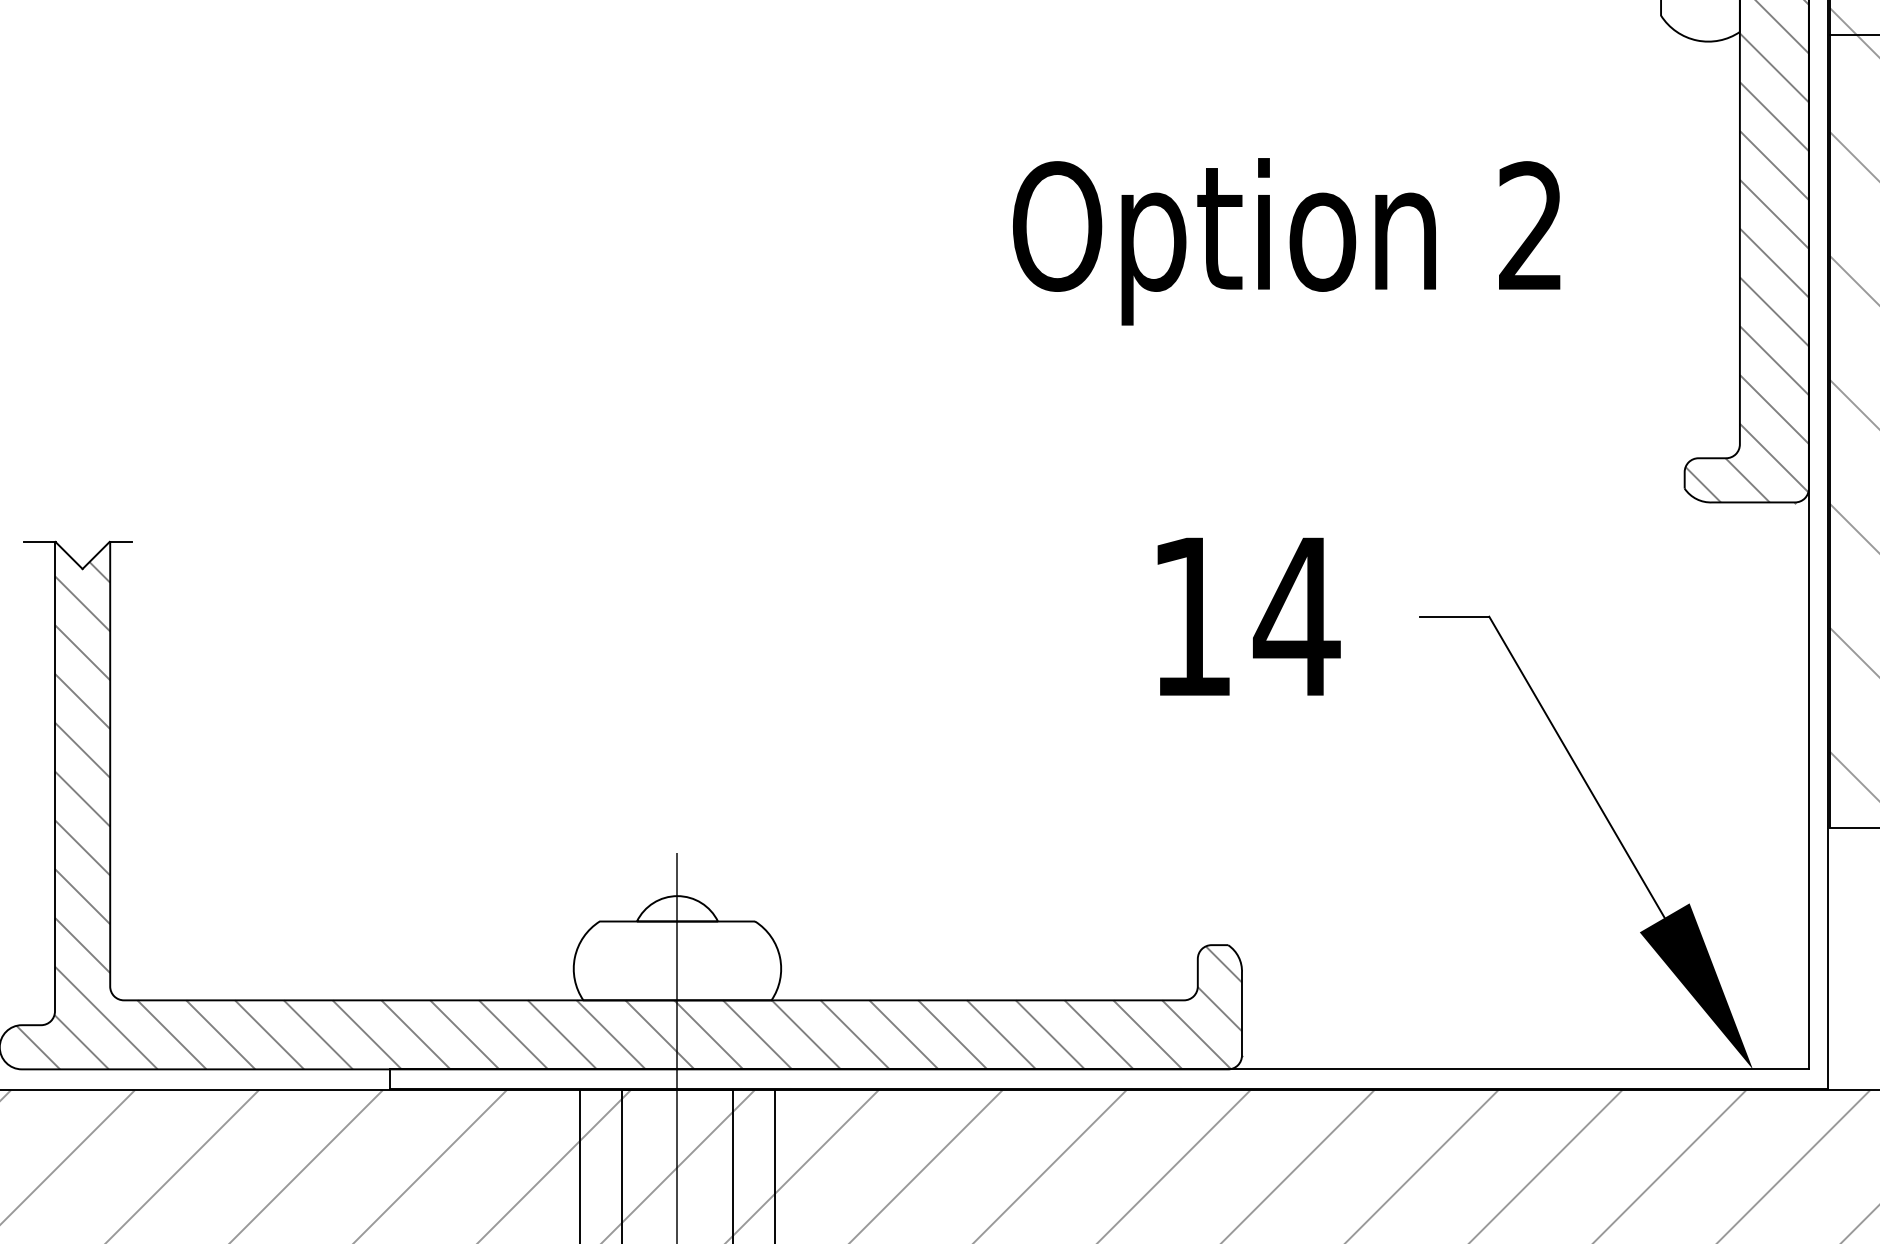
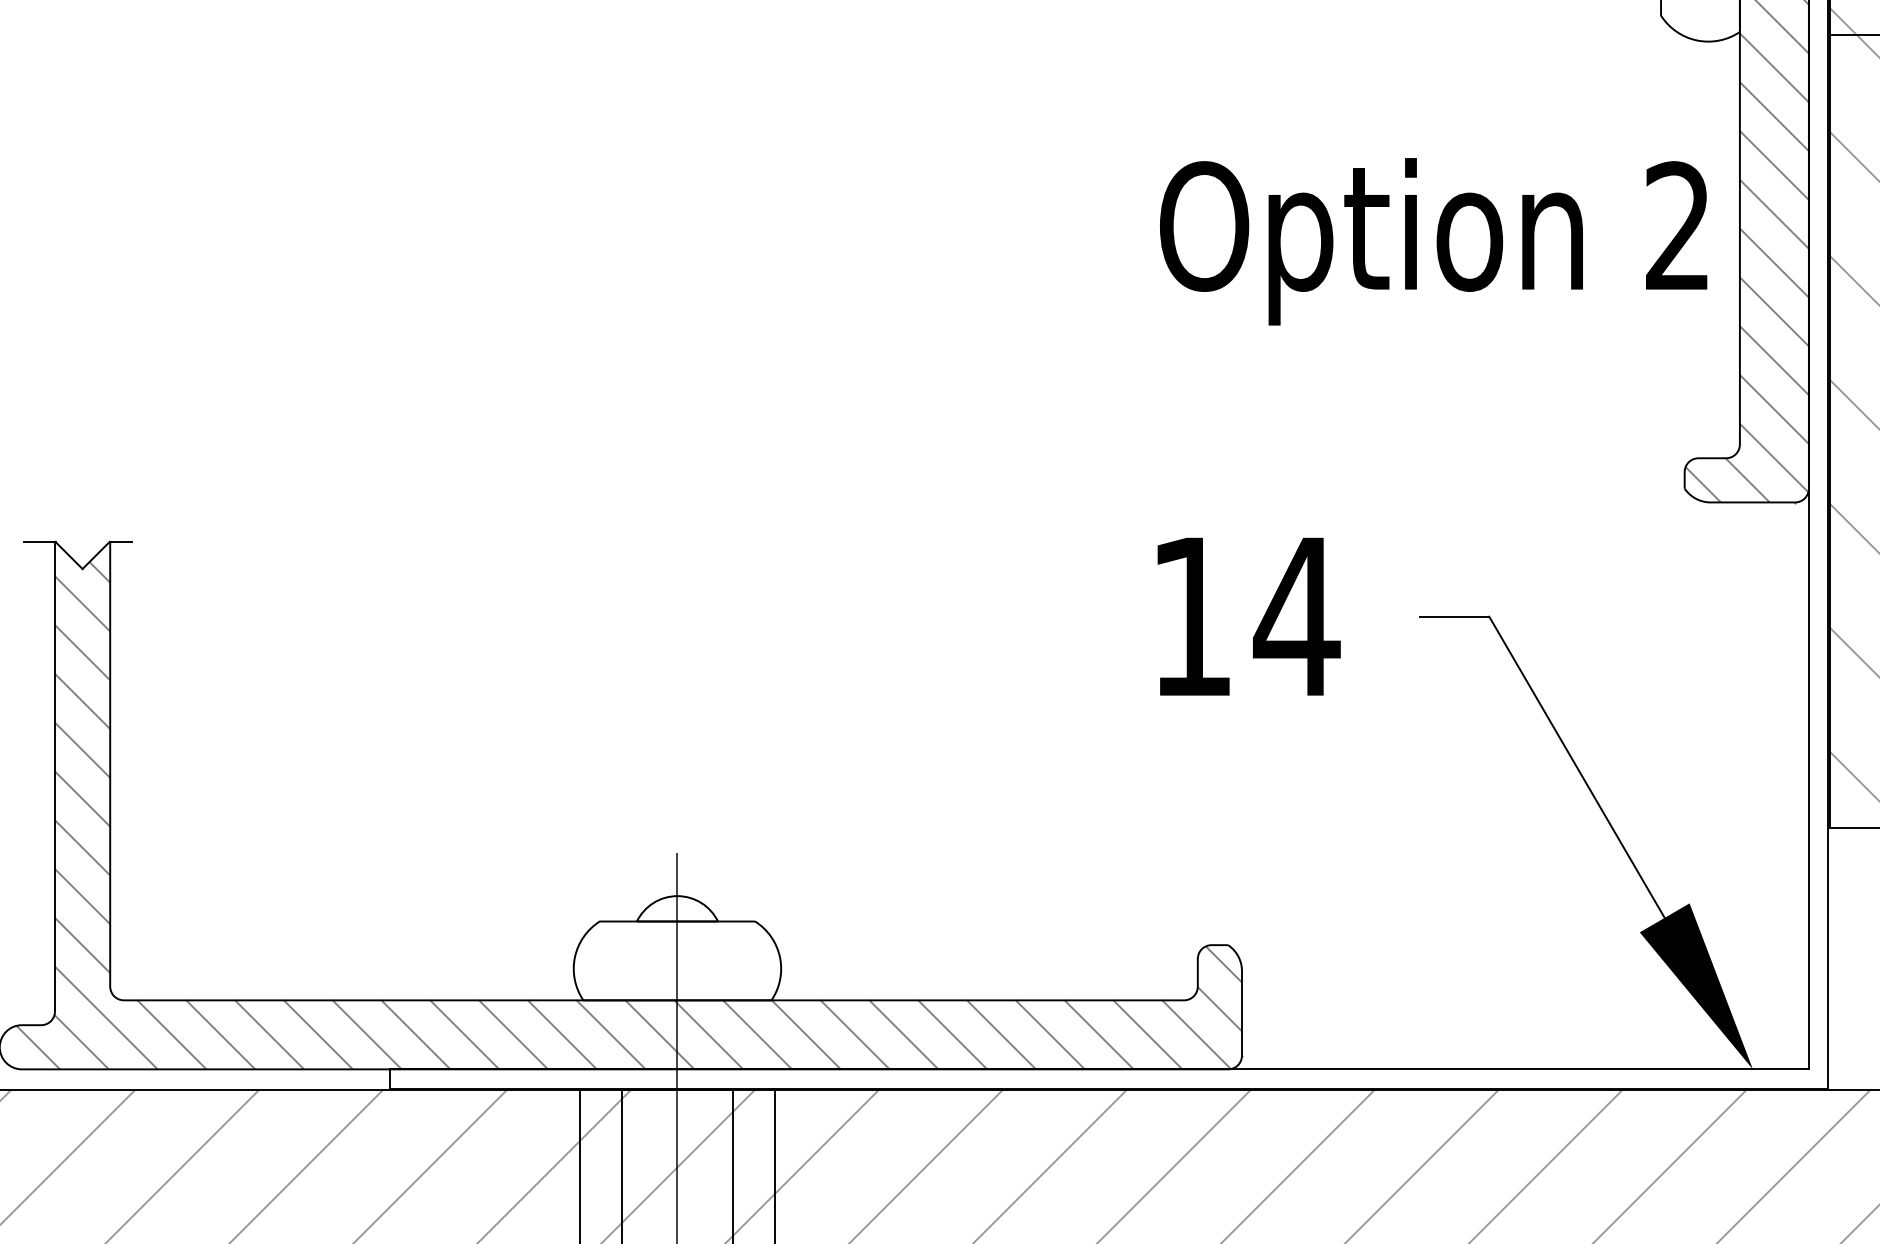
text at (1286, 241) position: (1286, 241) -> (1433, 241)
